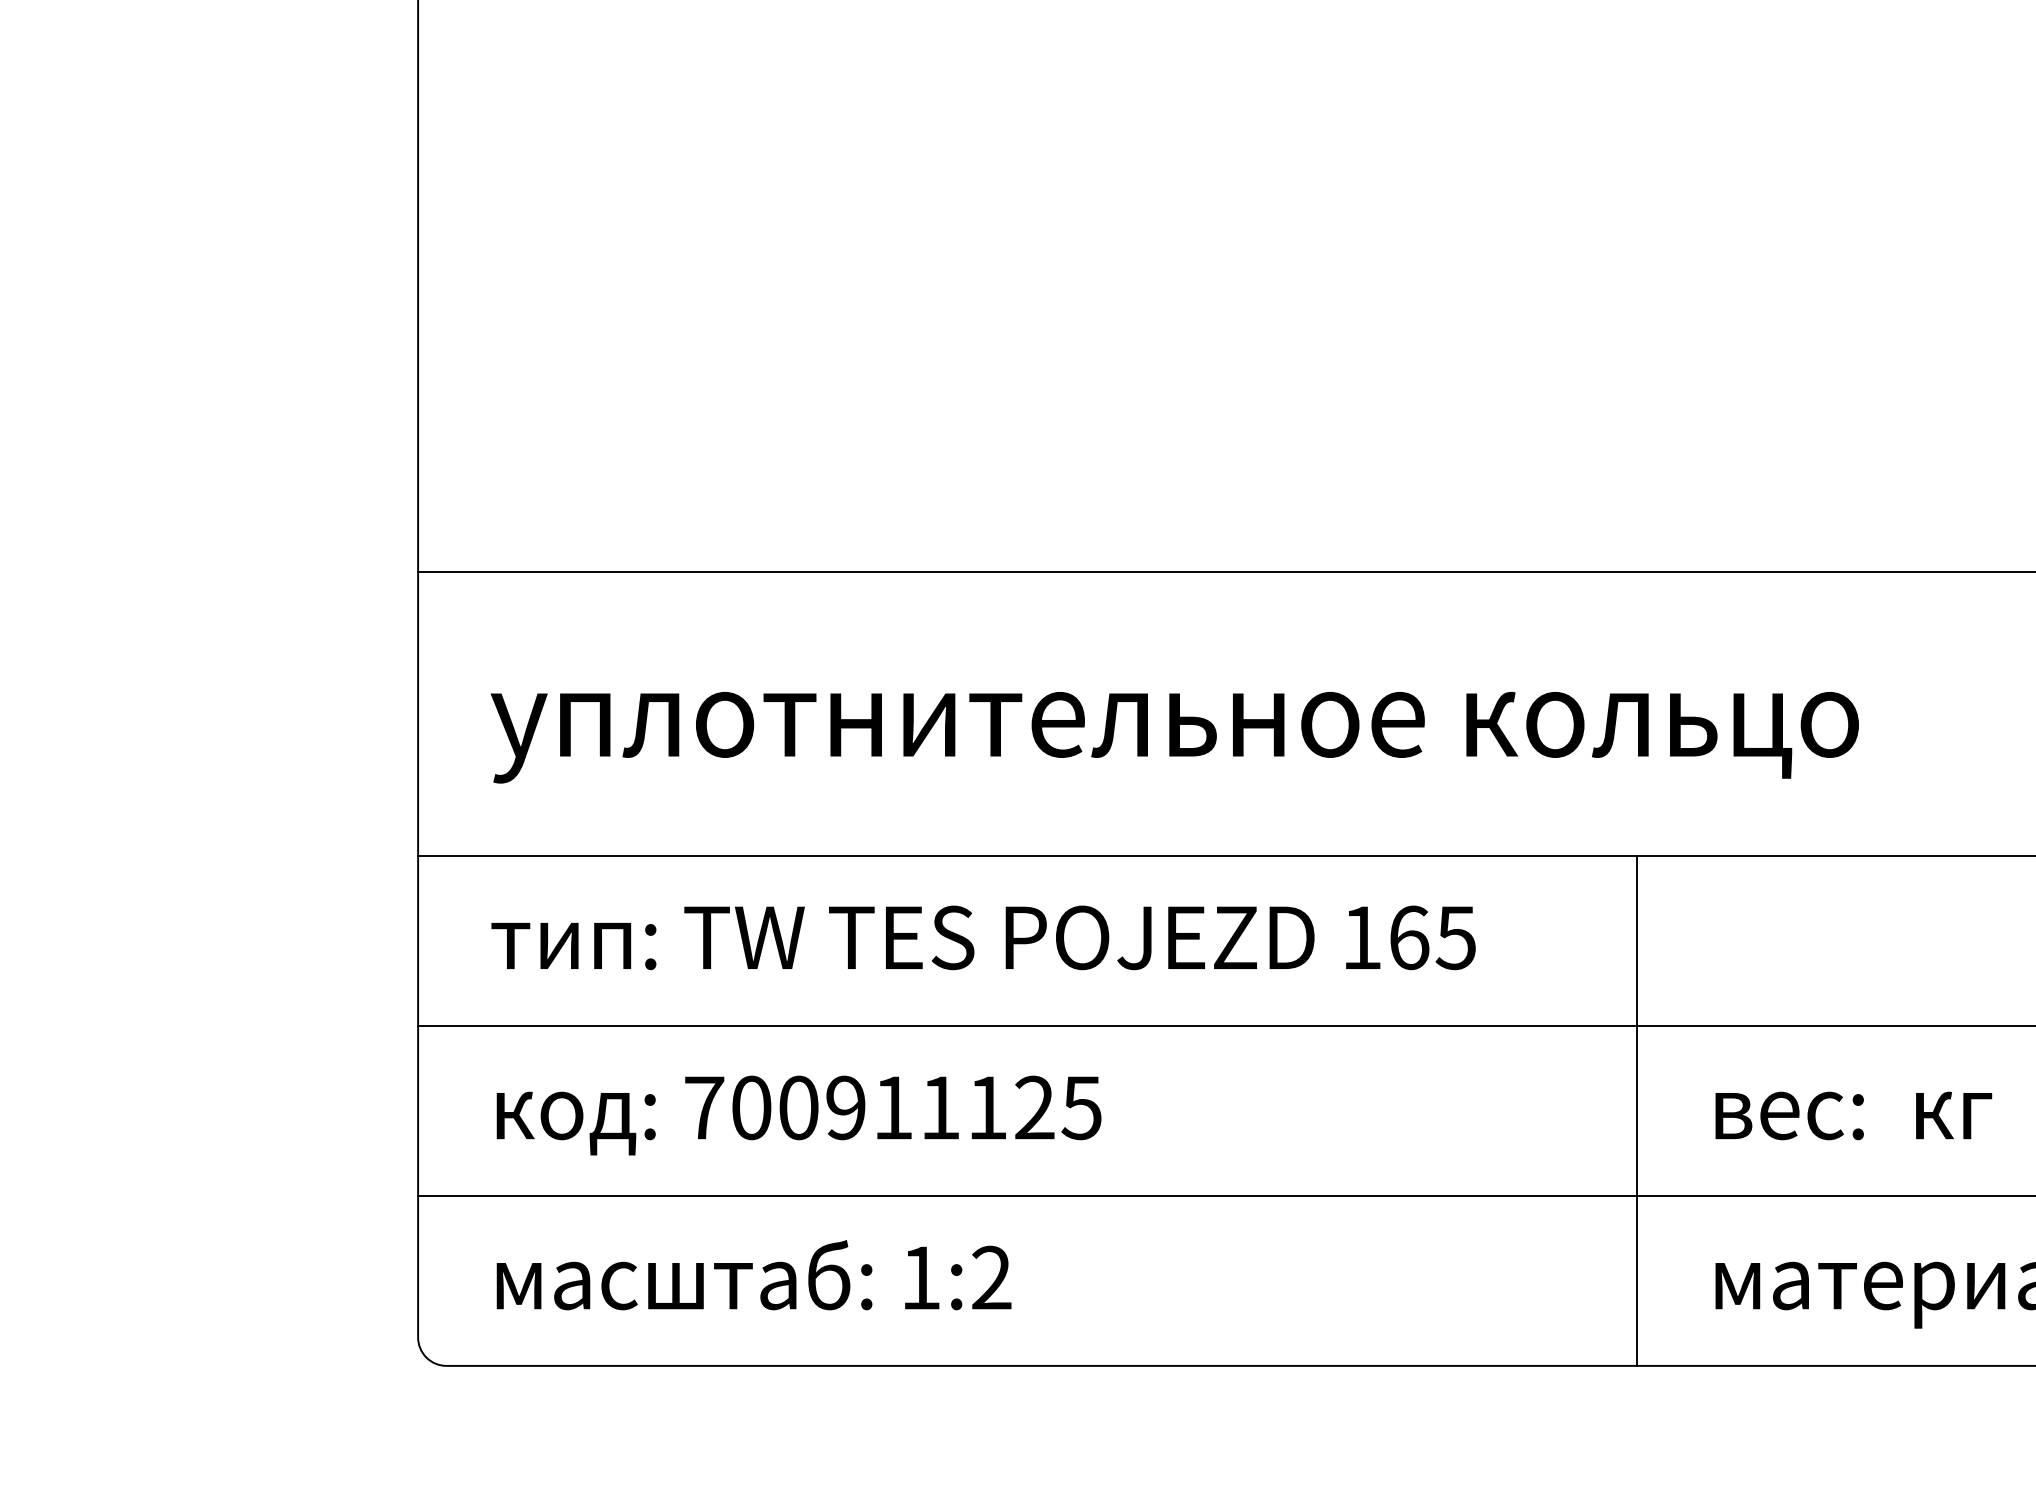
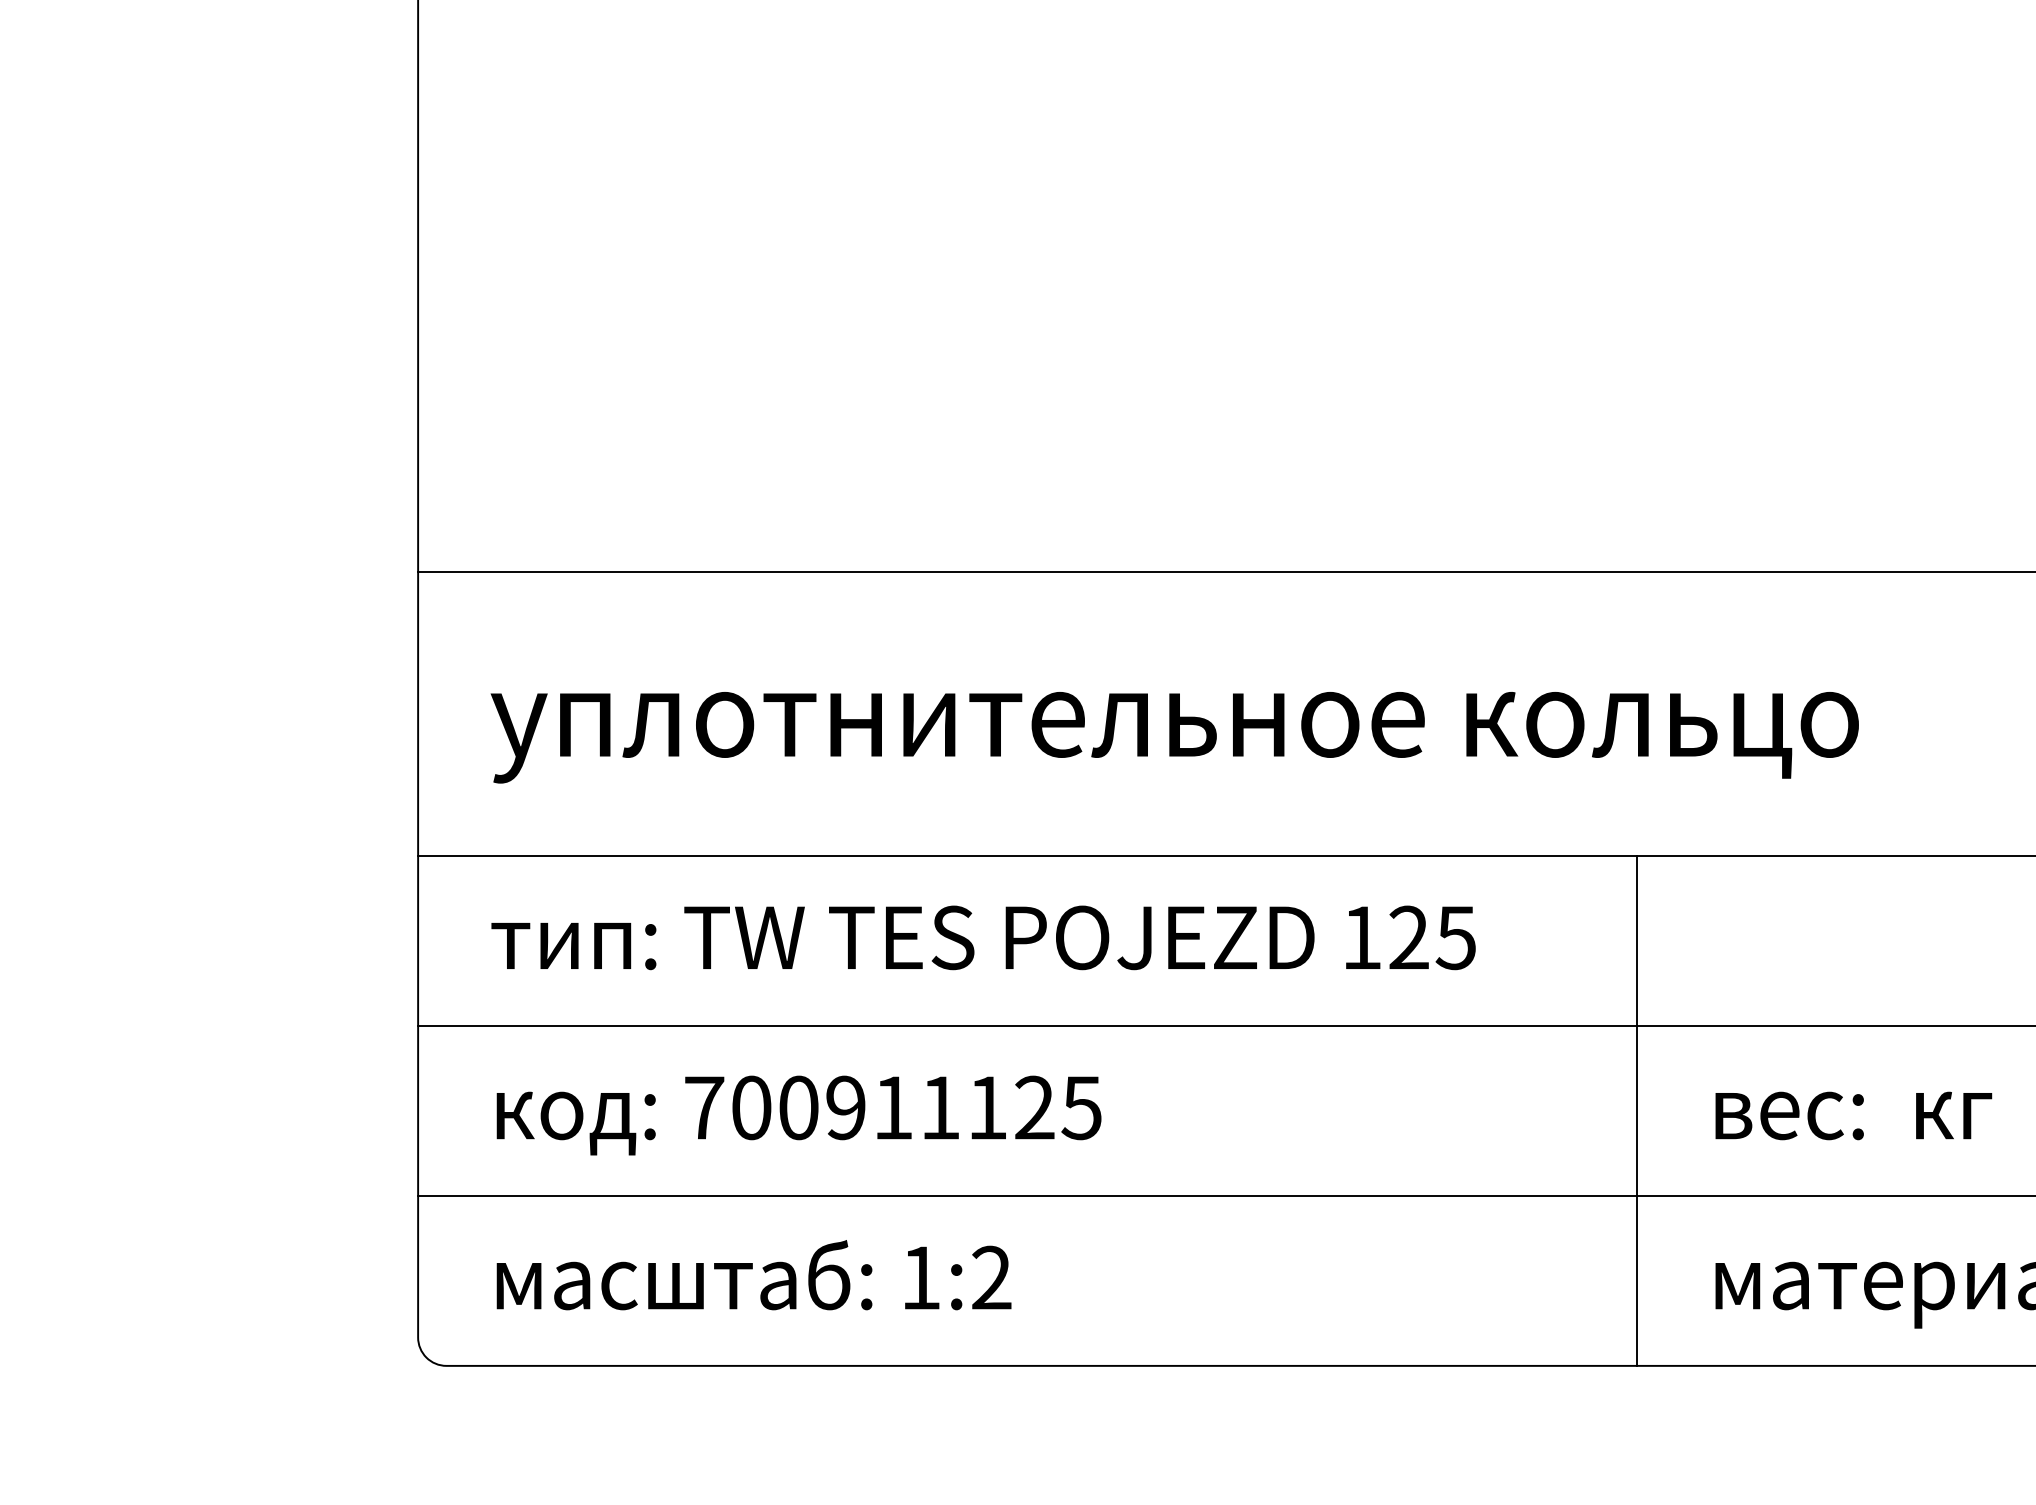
text at (1409, 937): 165 -> 125
